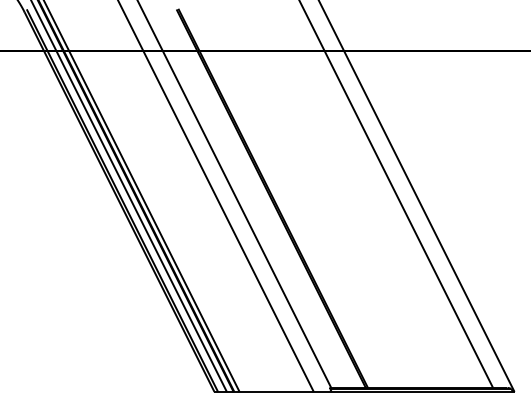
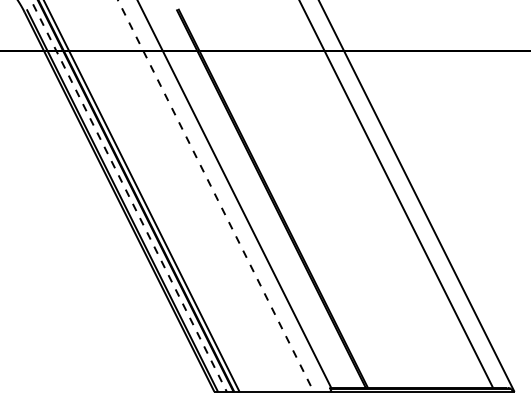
line at (129, 196): solid -> dashed
line at (215, 196): solid -> dashed
